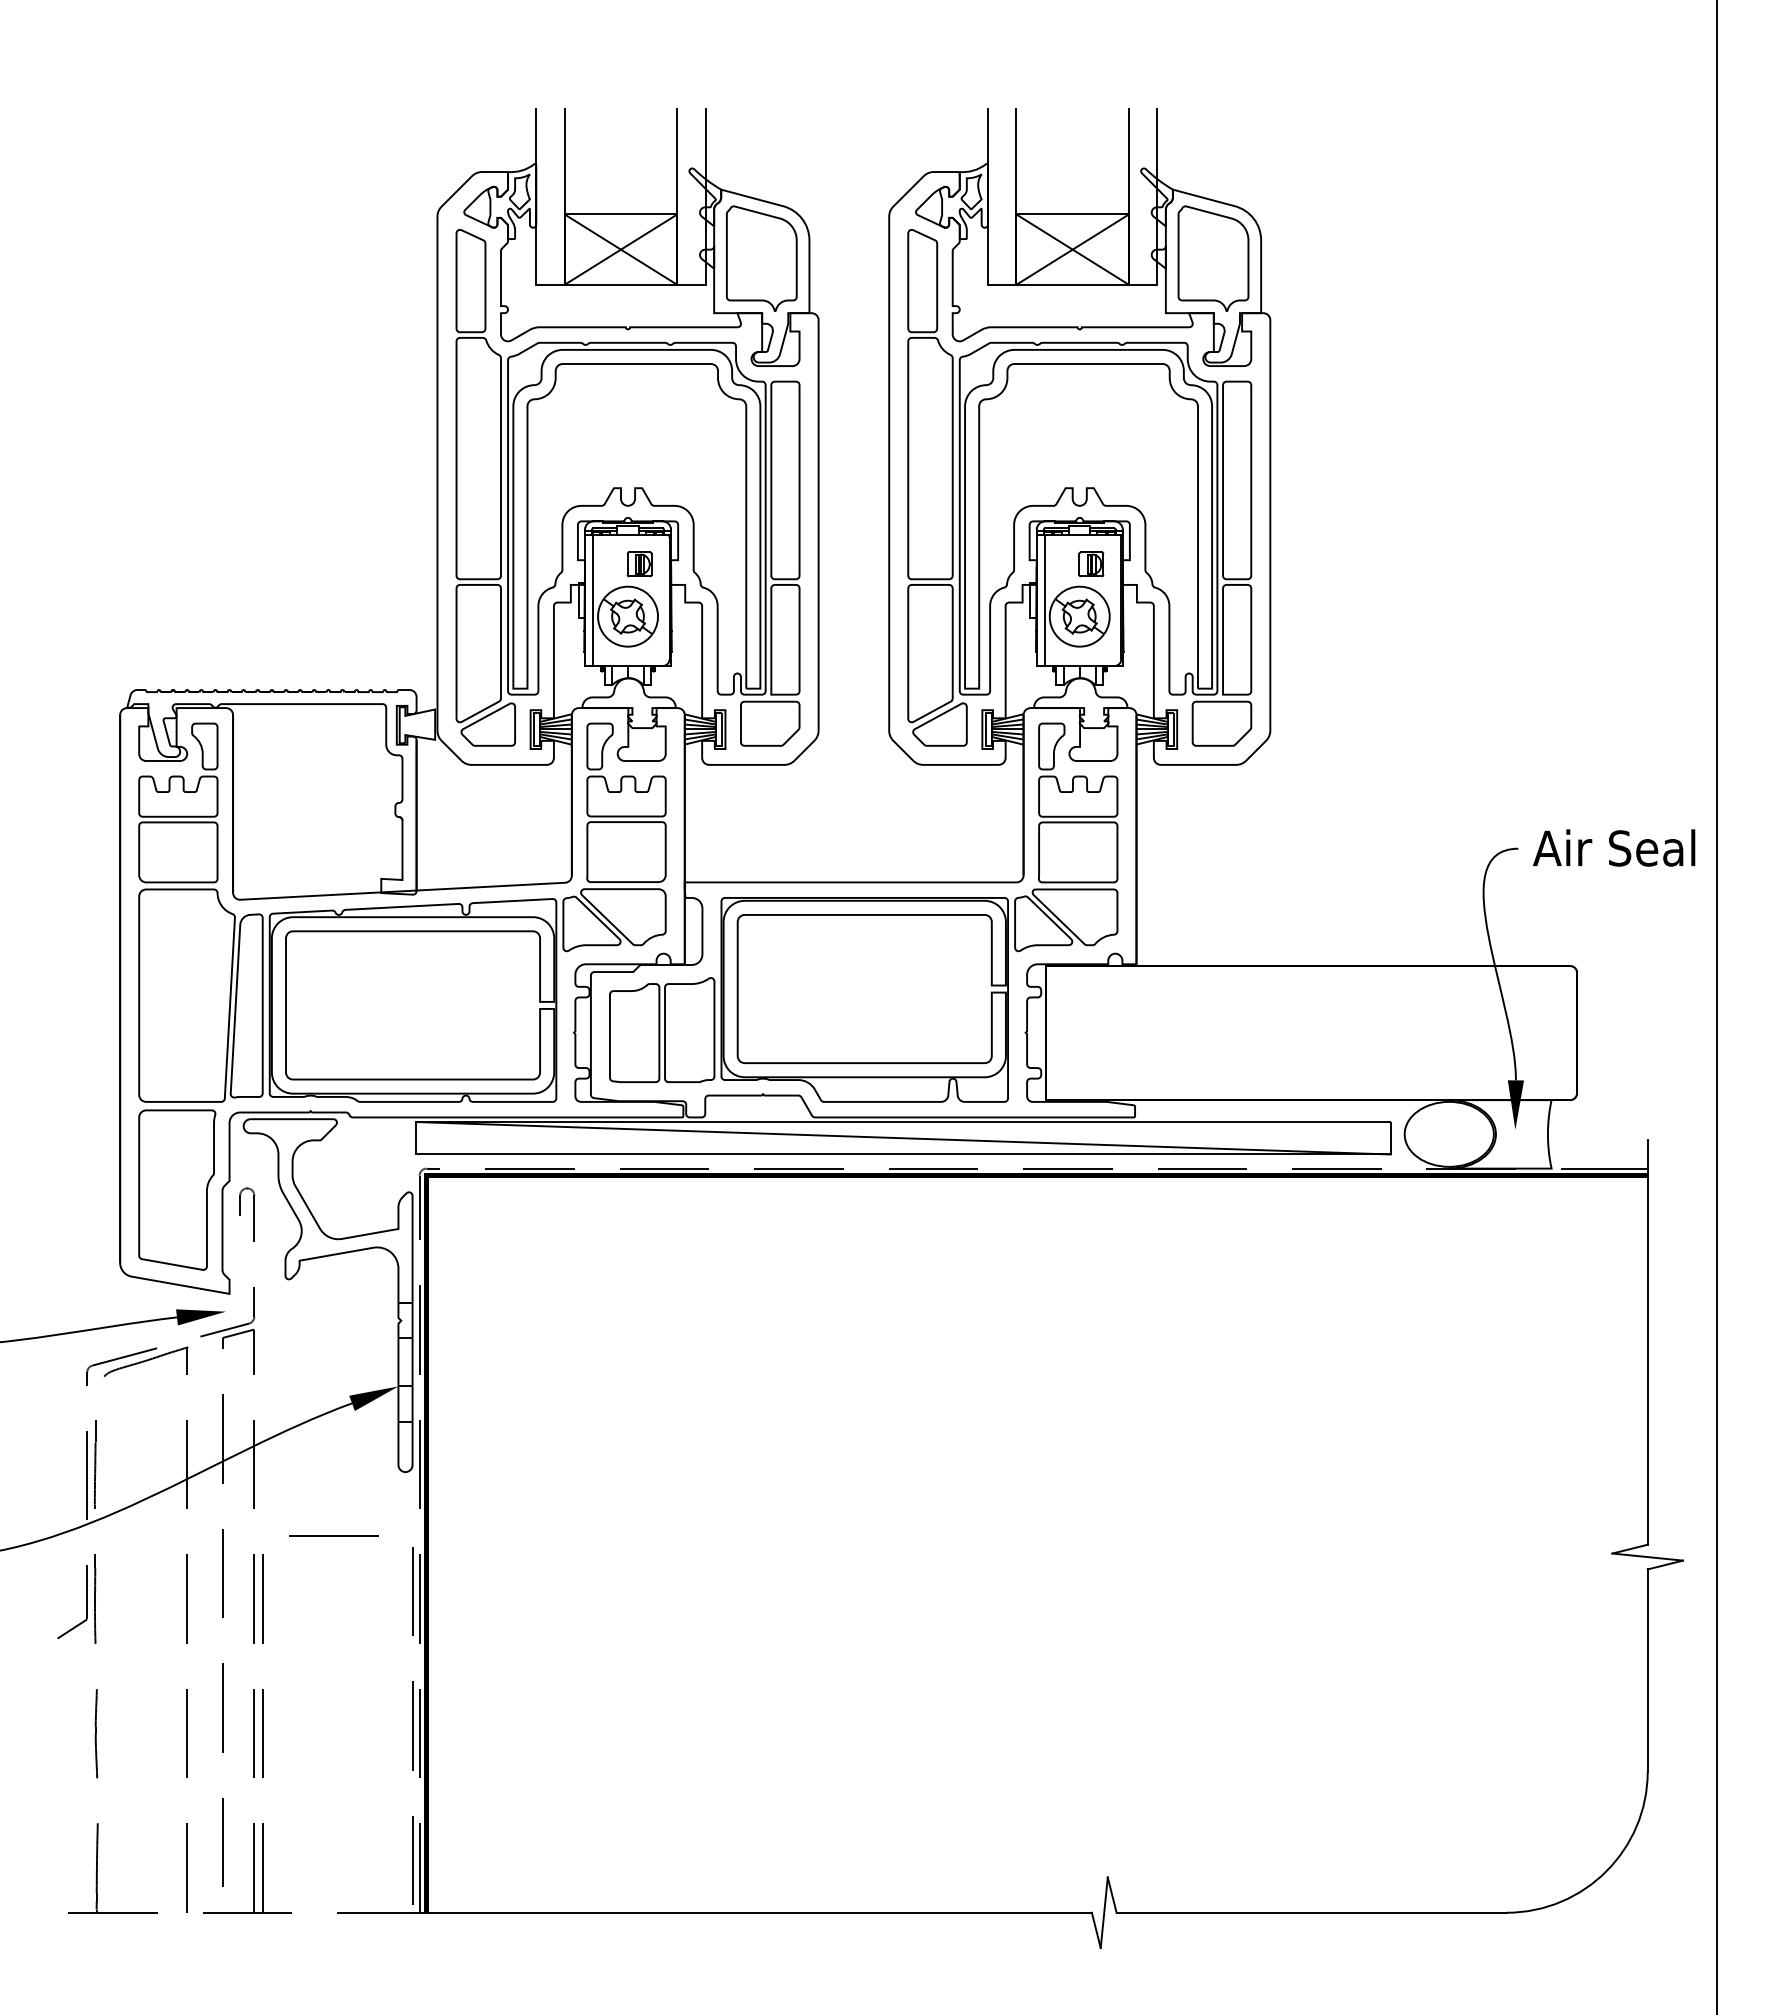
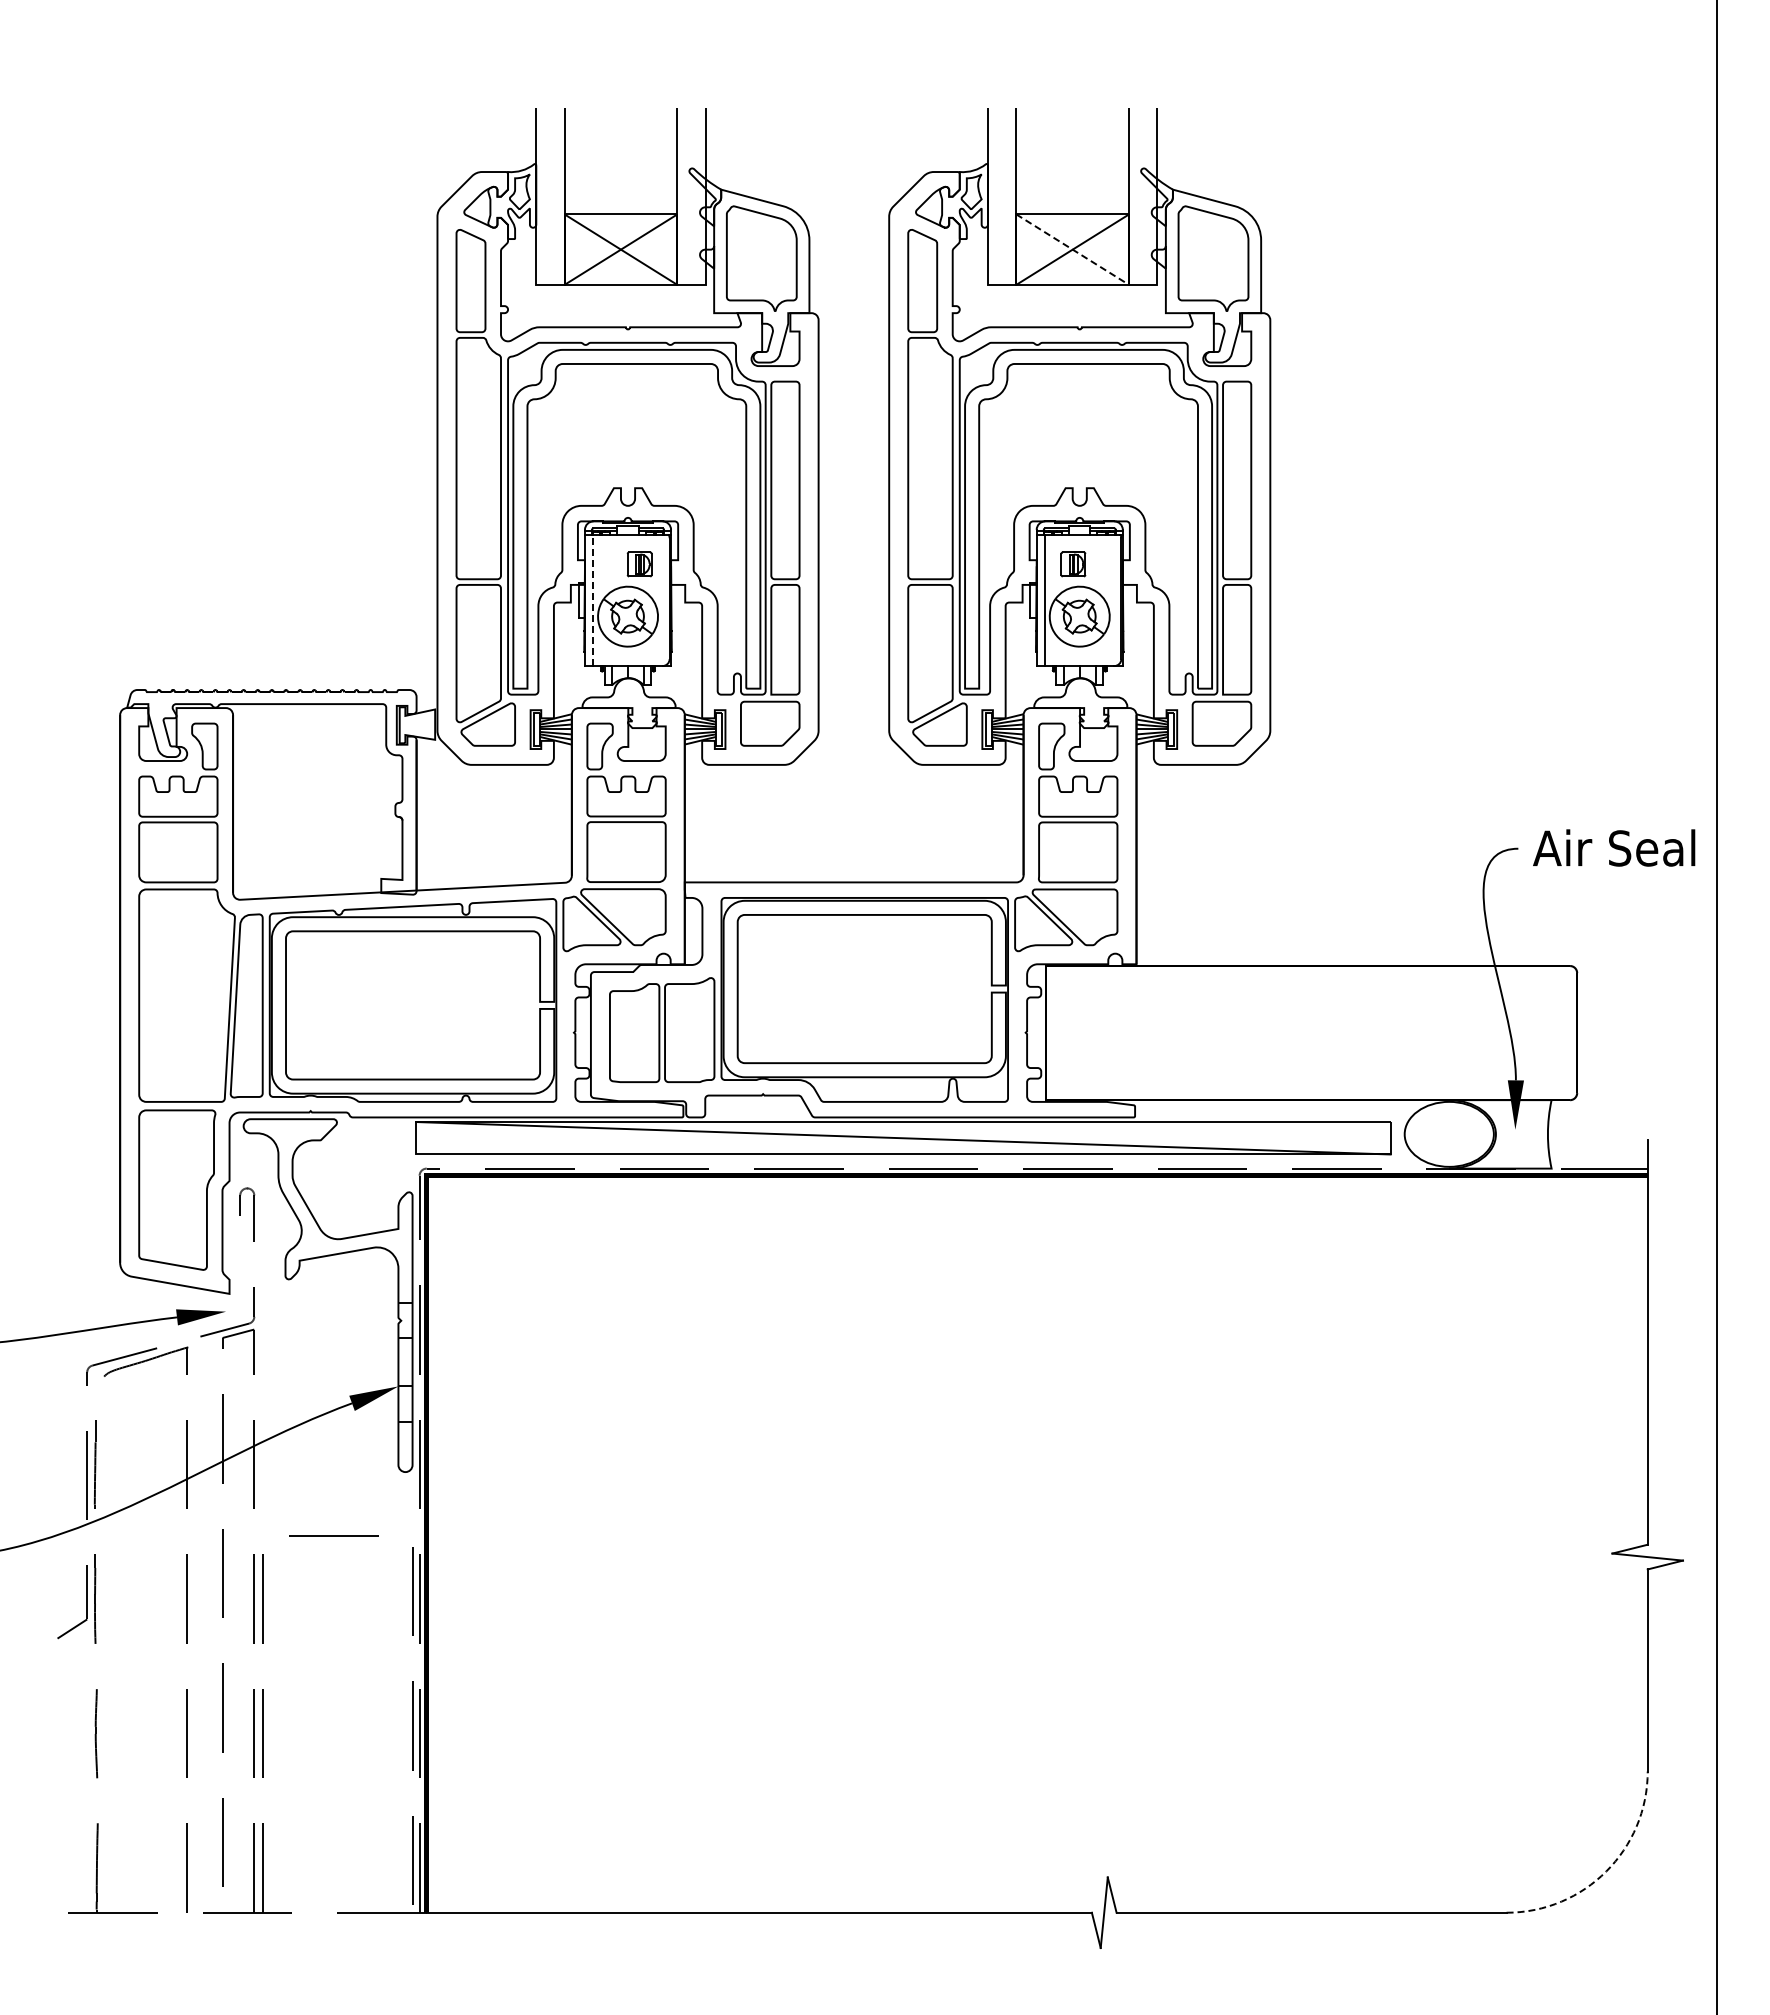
line at (1072, 249): solid -> dashed
part at (1091, 564) position: (1091, 564) -> (1073, 564)
line at (593, 600): solid -> dashed
arc at (1606, 1871): solid -> dashed
